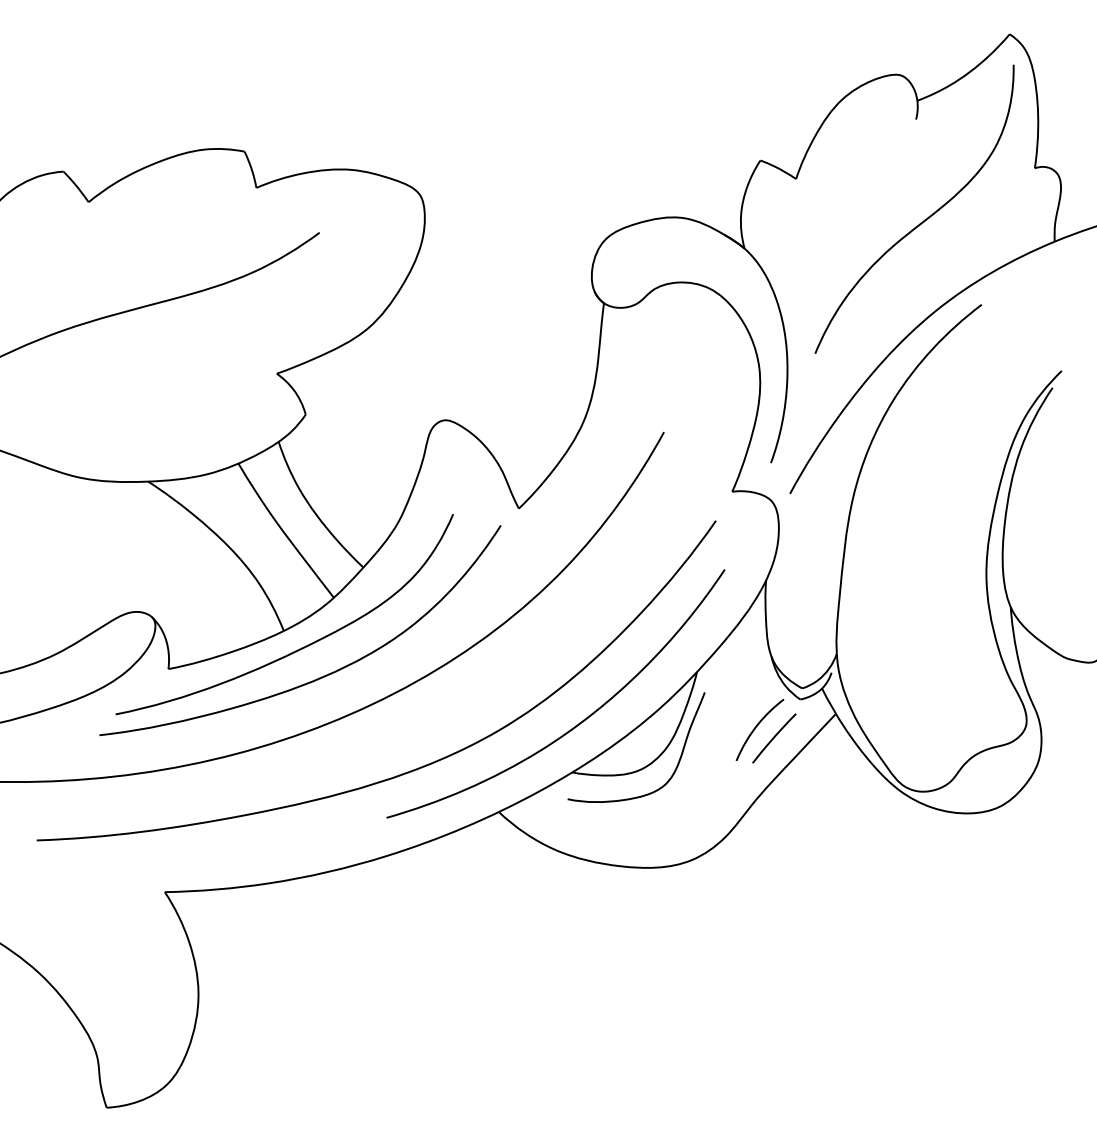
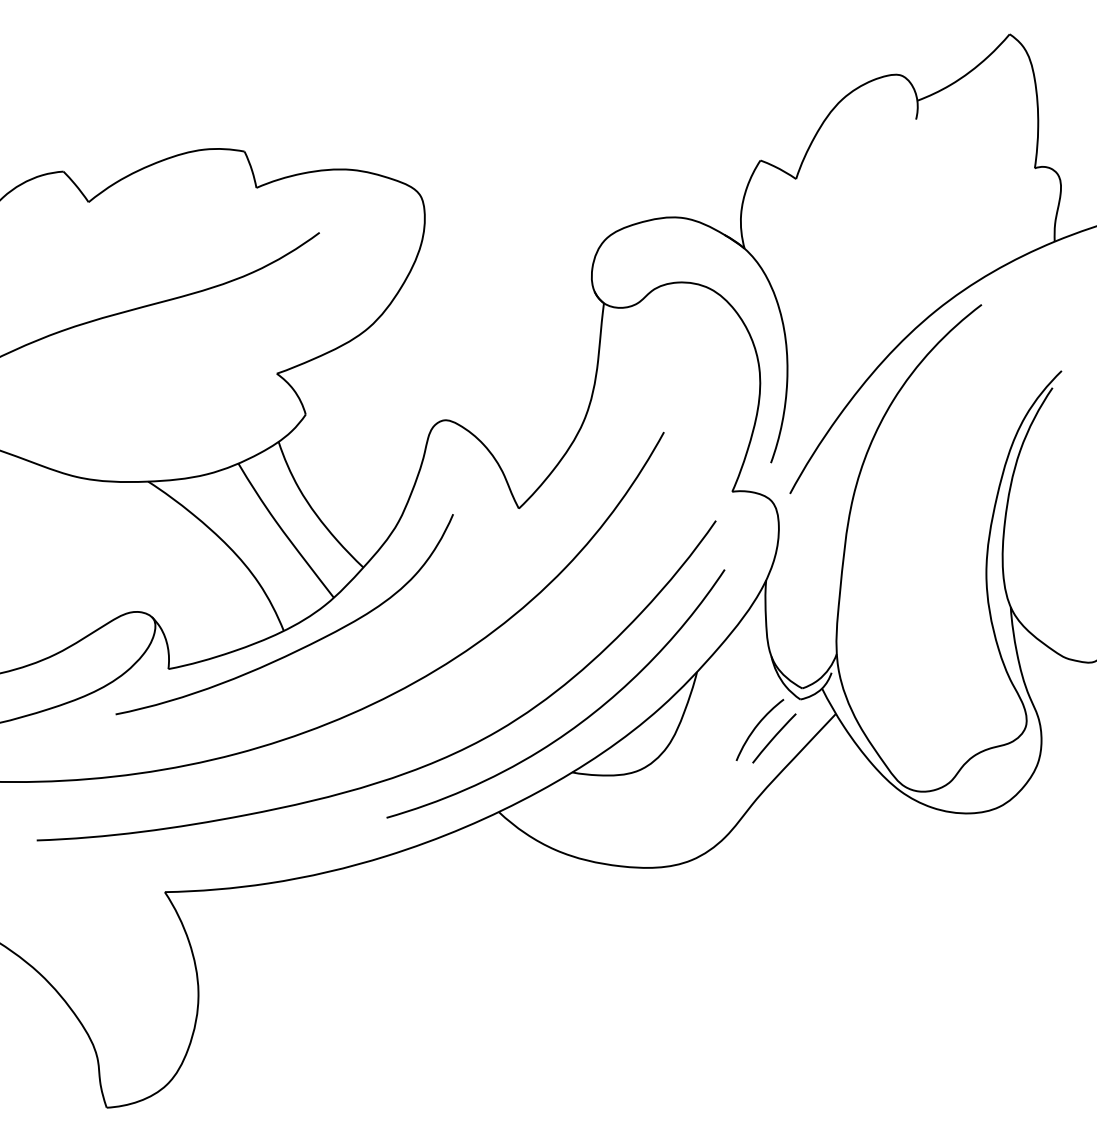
curve at (924, 219): present -> none
curve at (323, 675): present -> none
curve at (675, 767): present -> none
